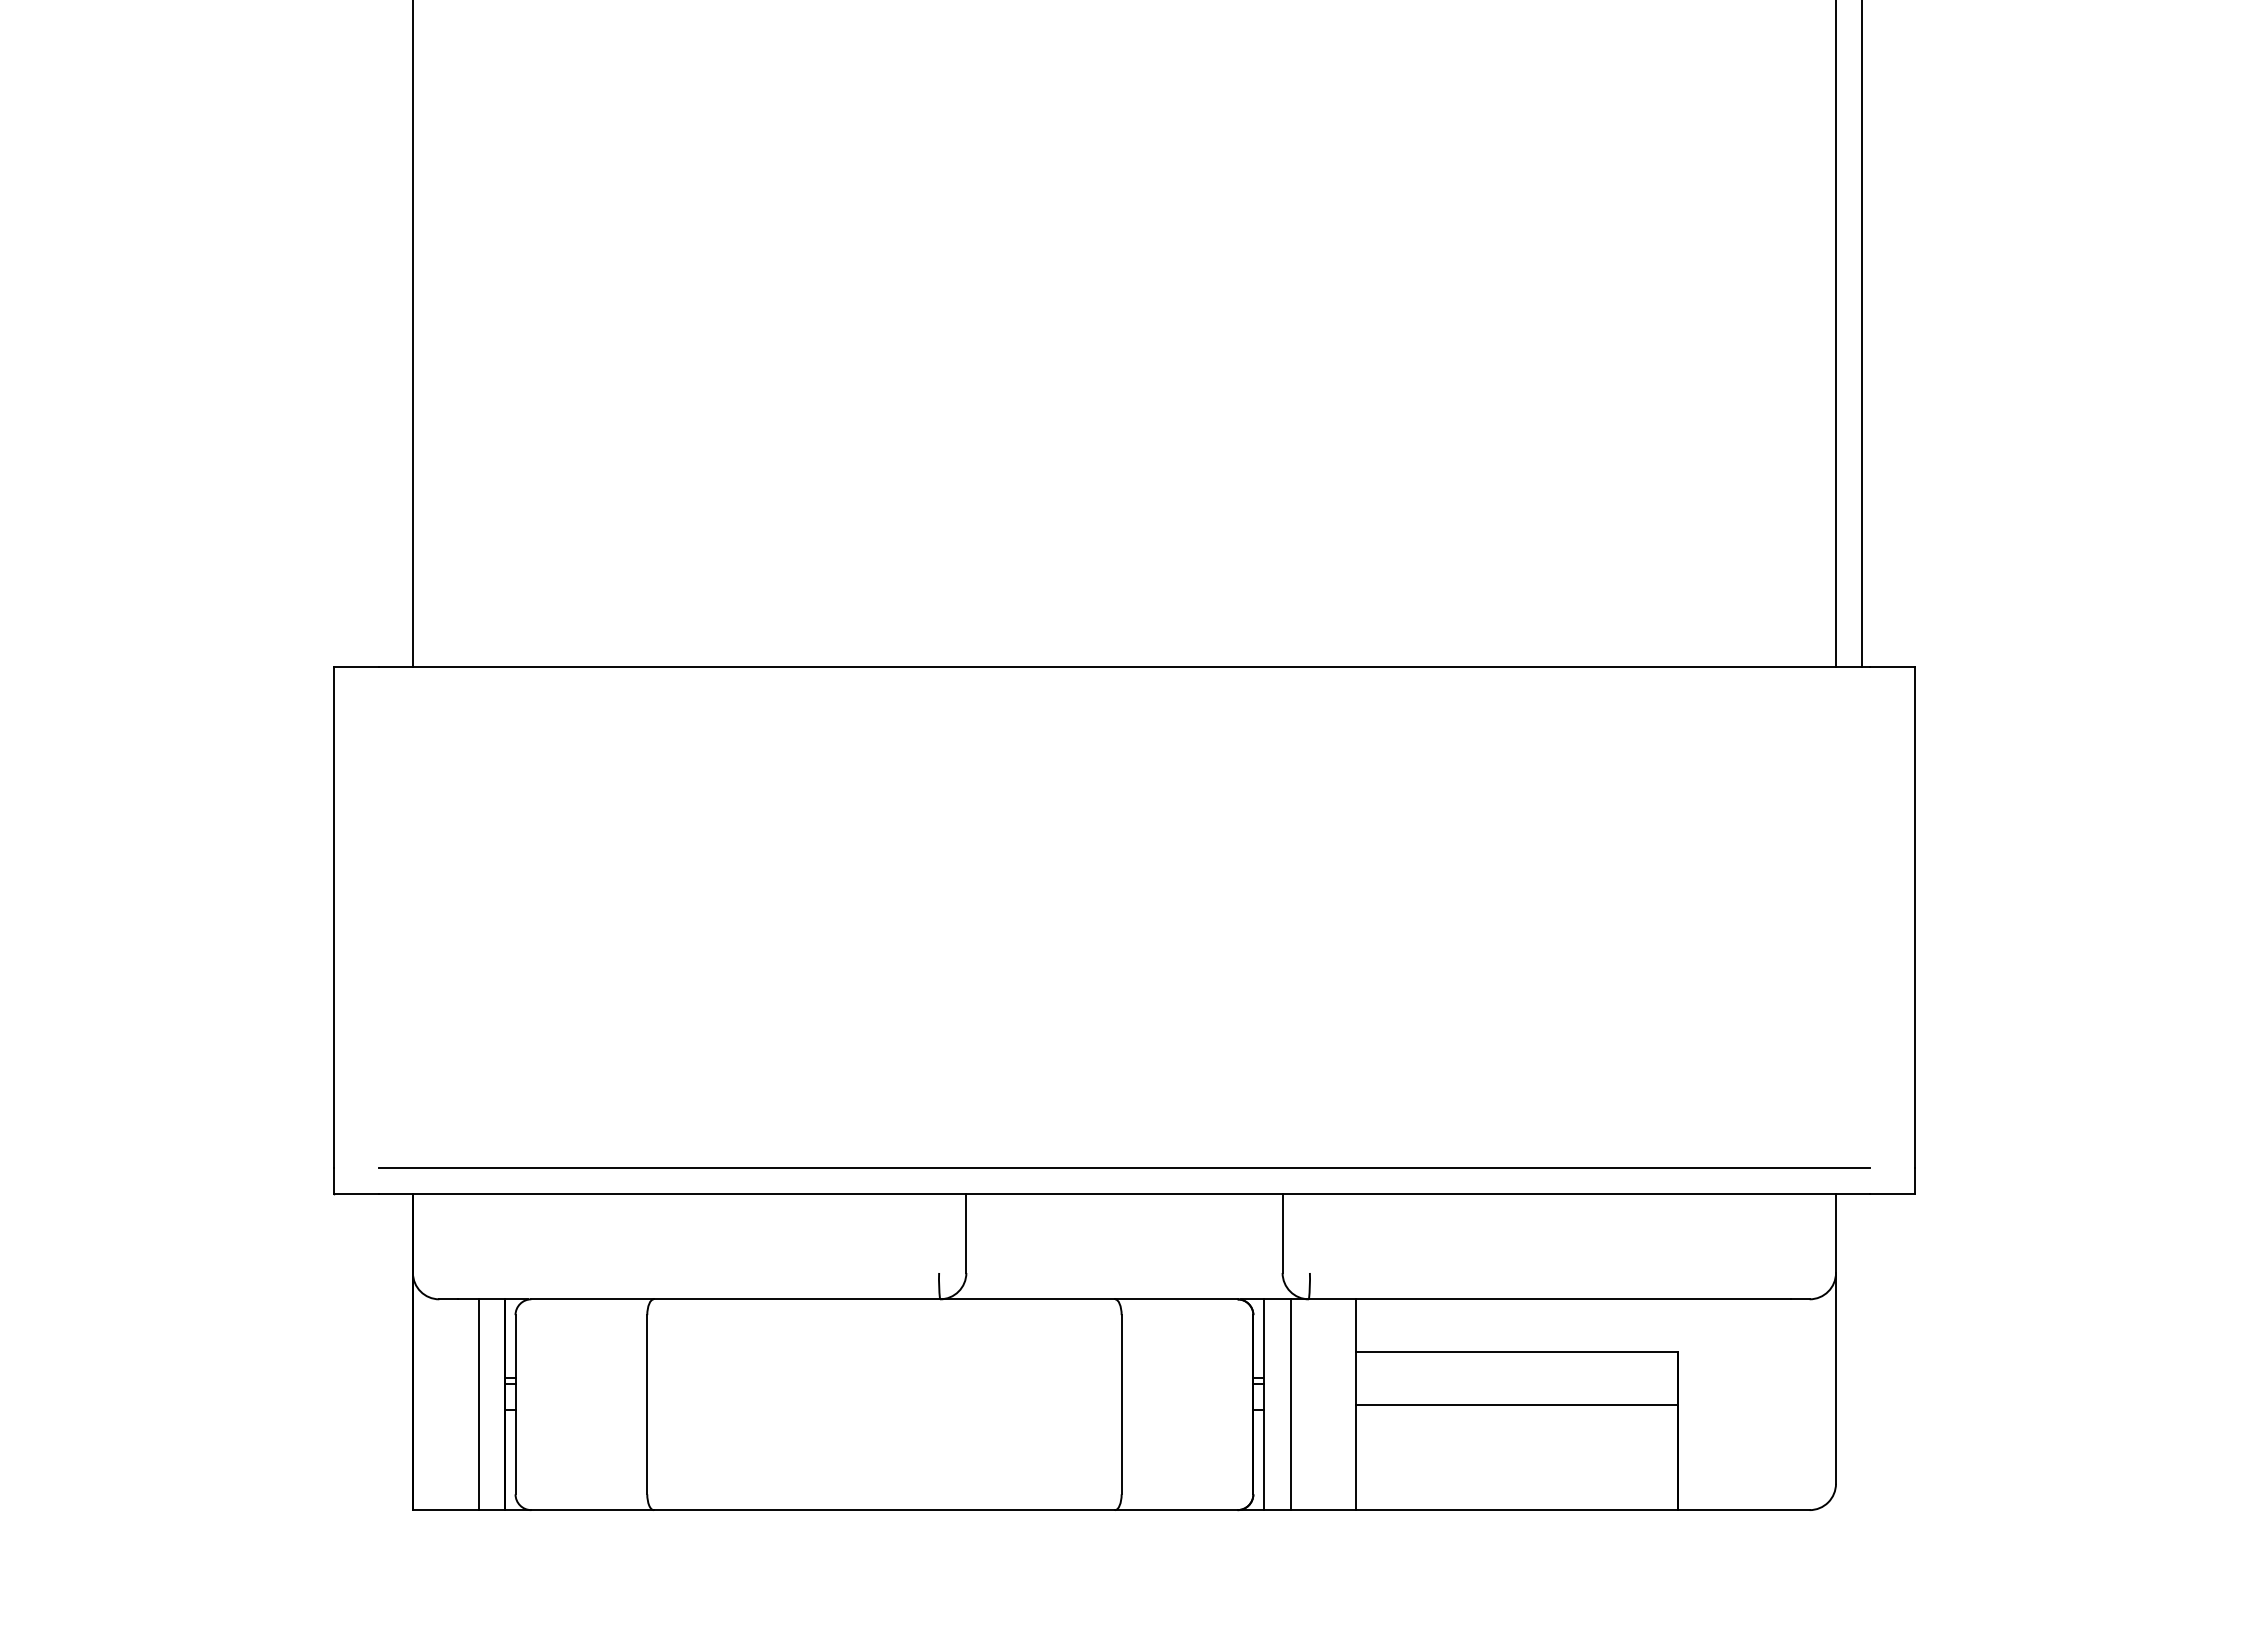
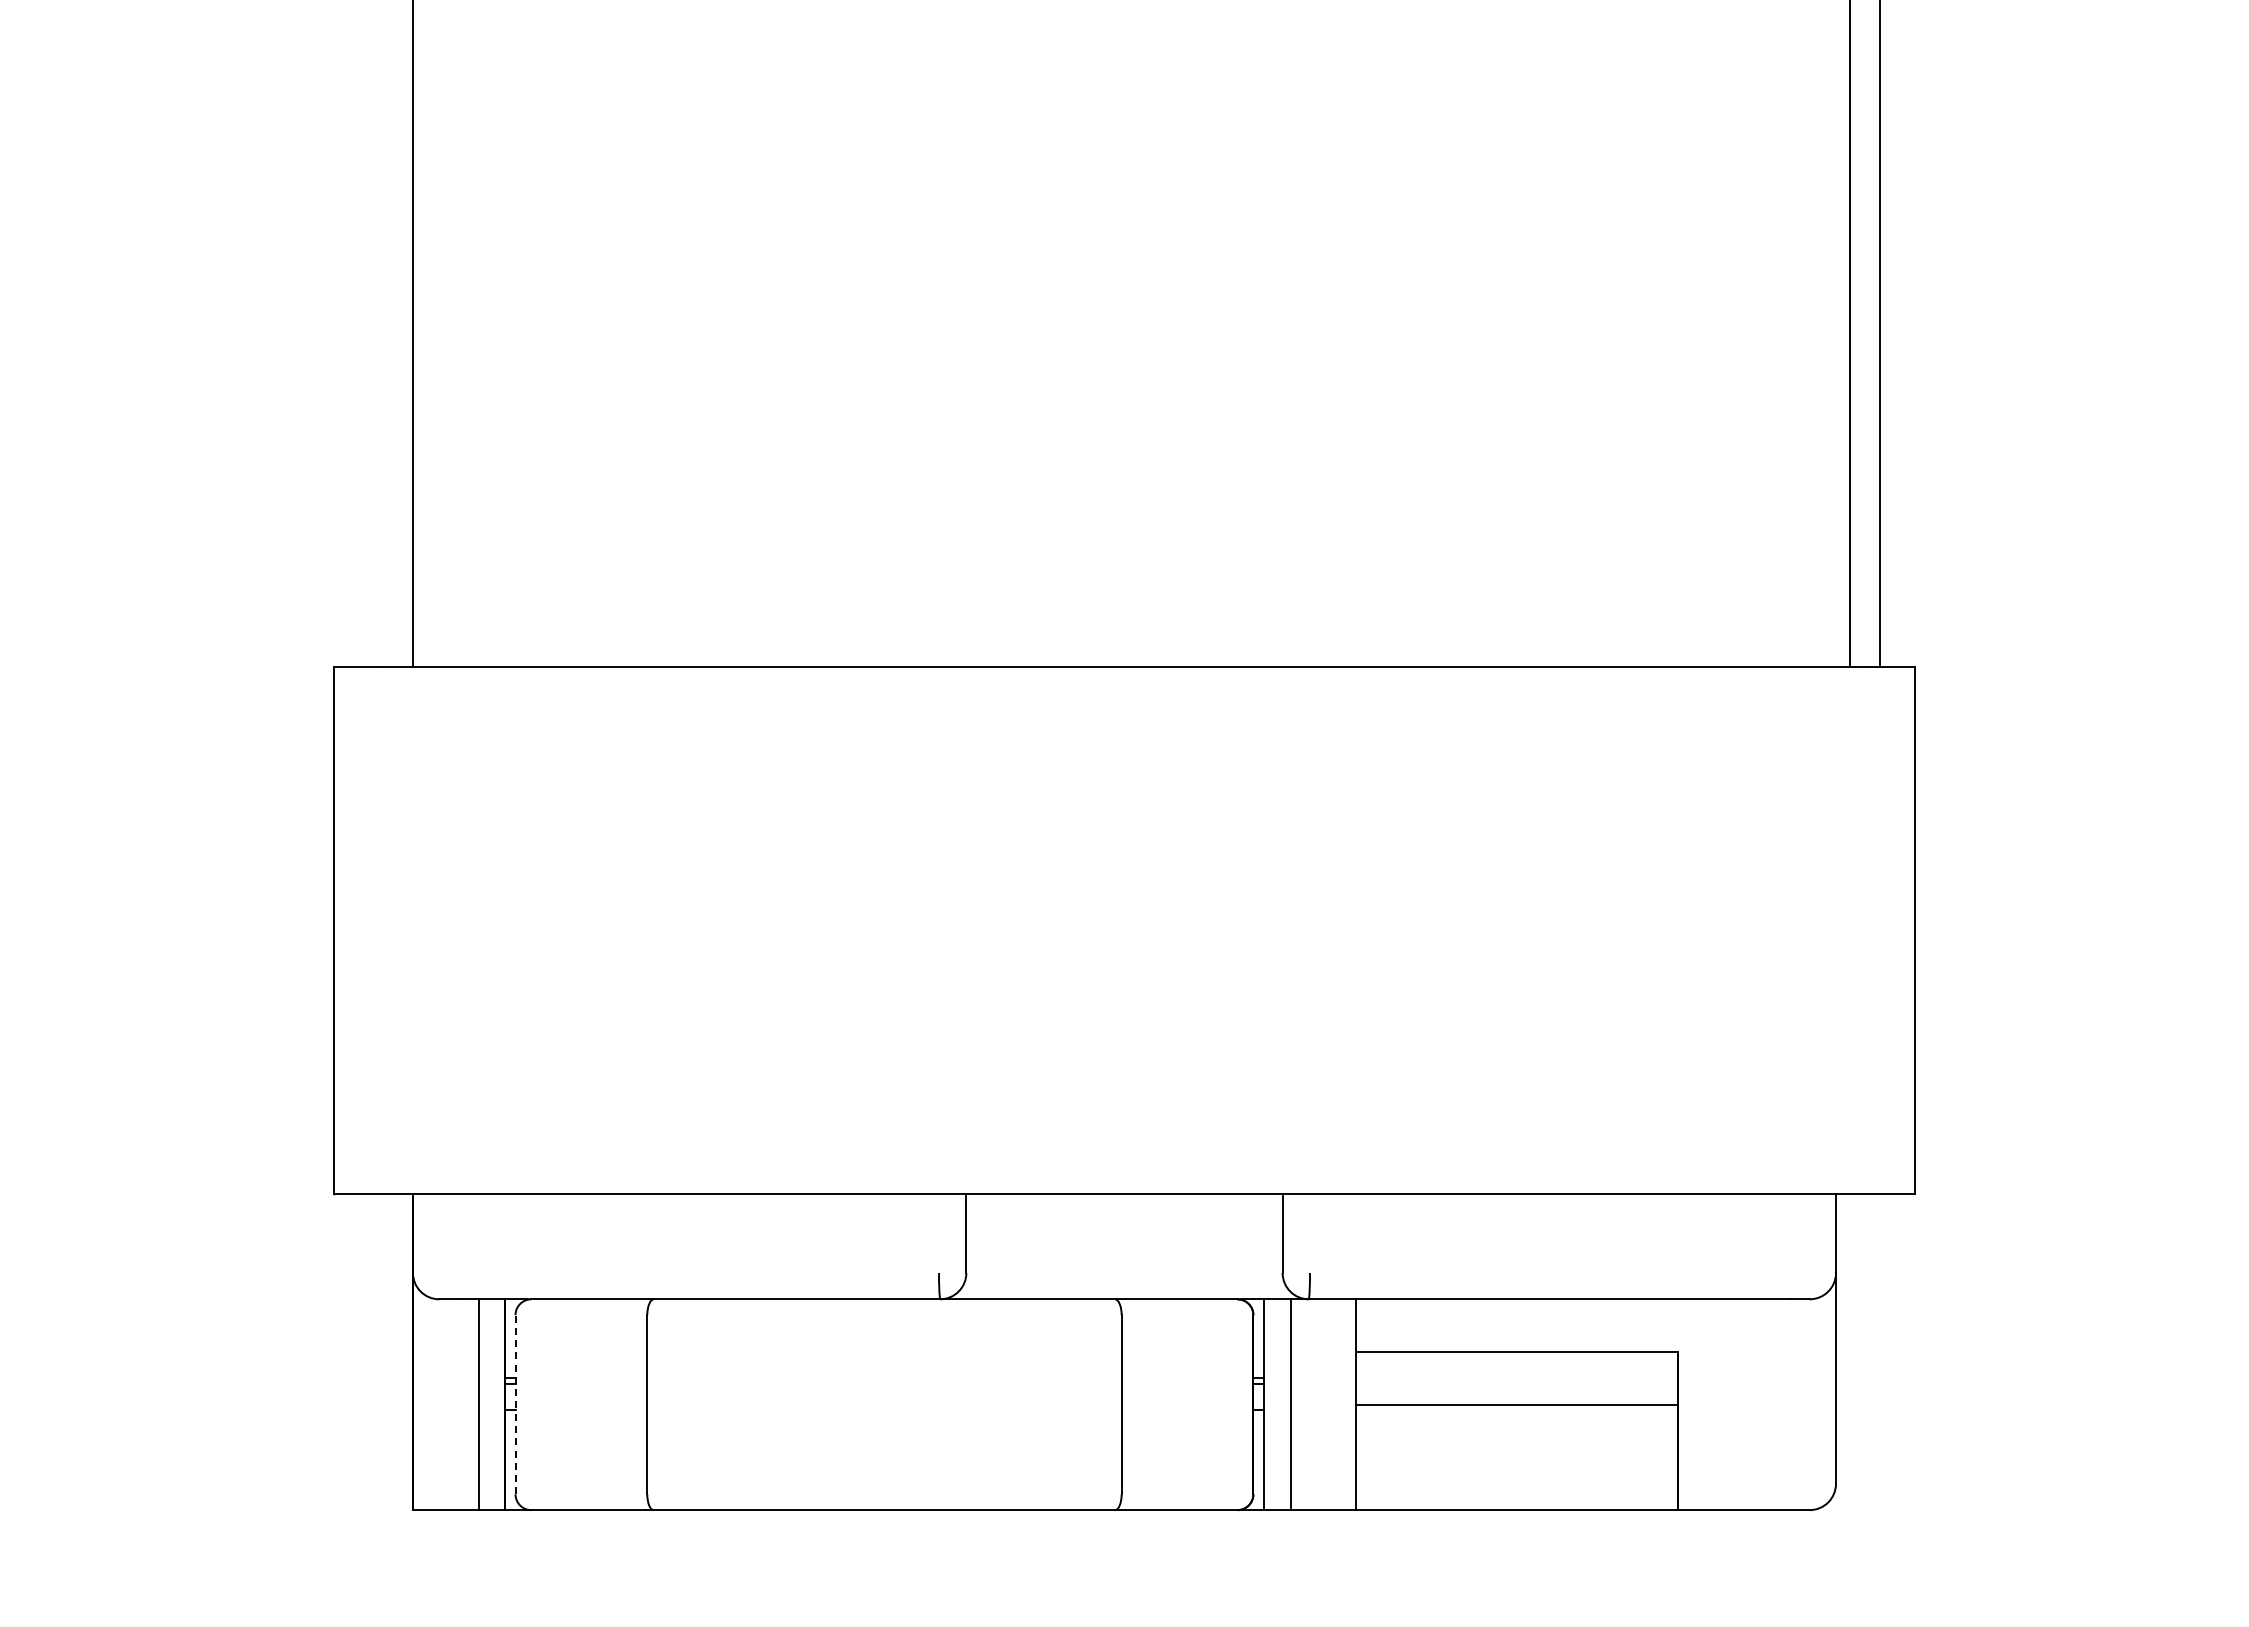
line at (1836, 334) position: (1836, 334) -> (1850, 334)
line at (1862, 334) position: (1862, 334) -> (1880, 334)
line at (1124, 1167): present -> none
line at (515, 1404): solid -> dashed
